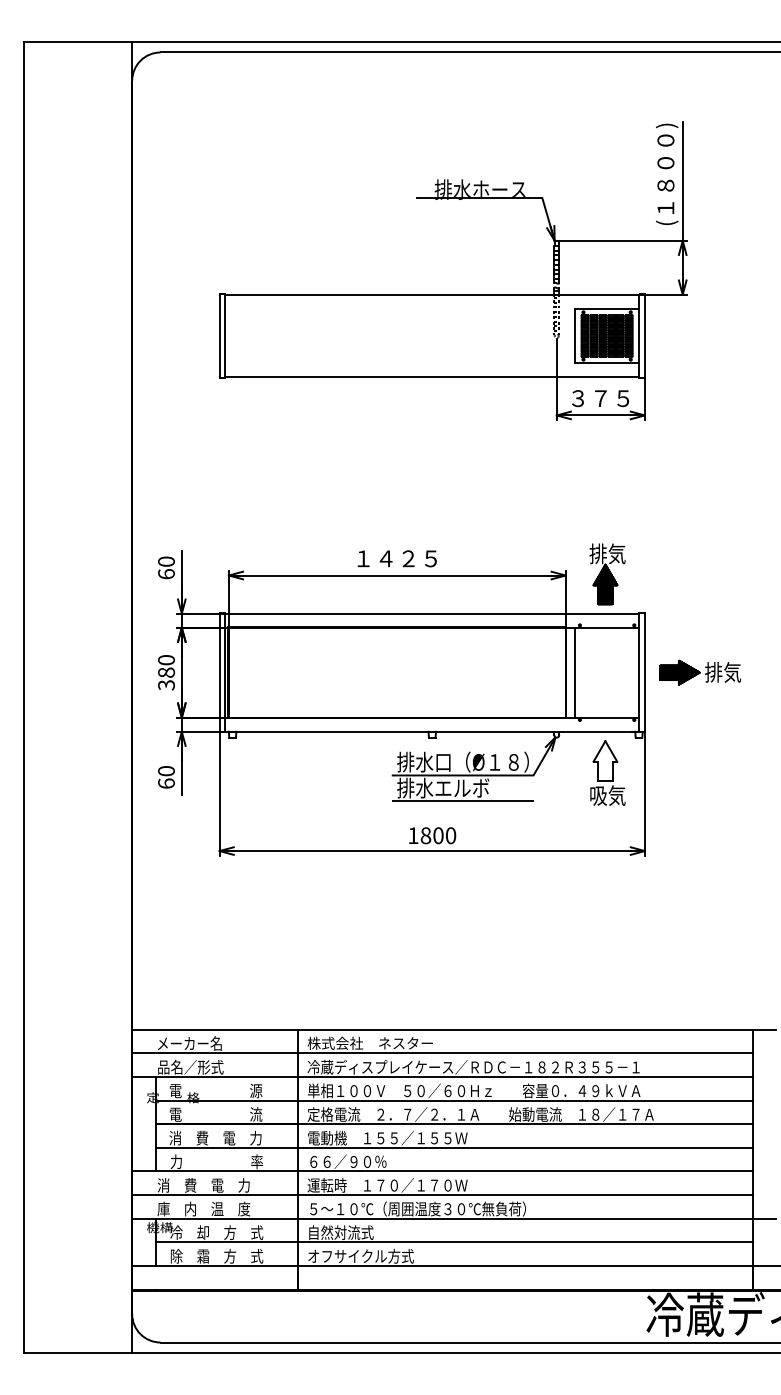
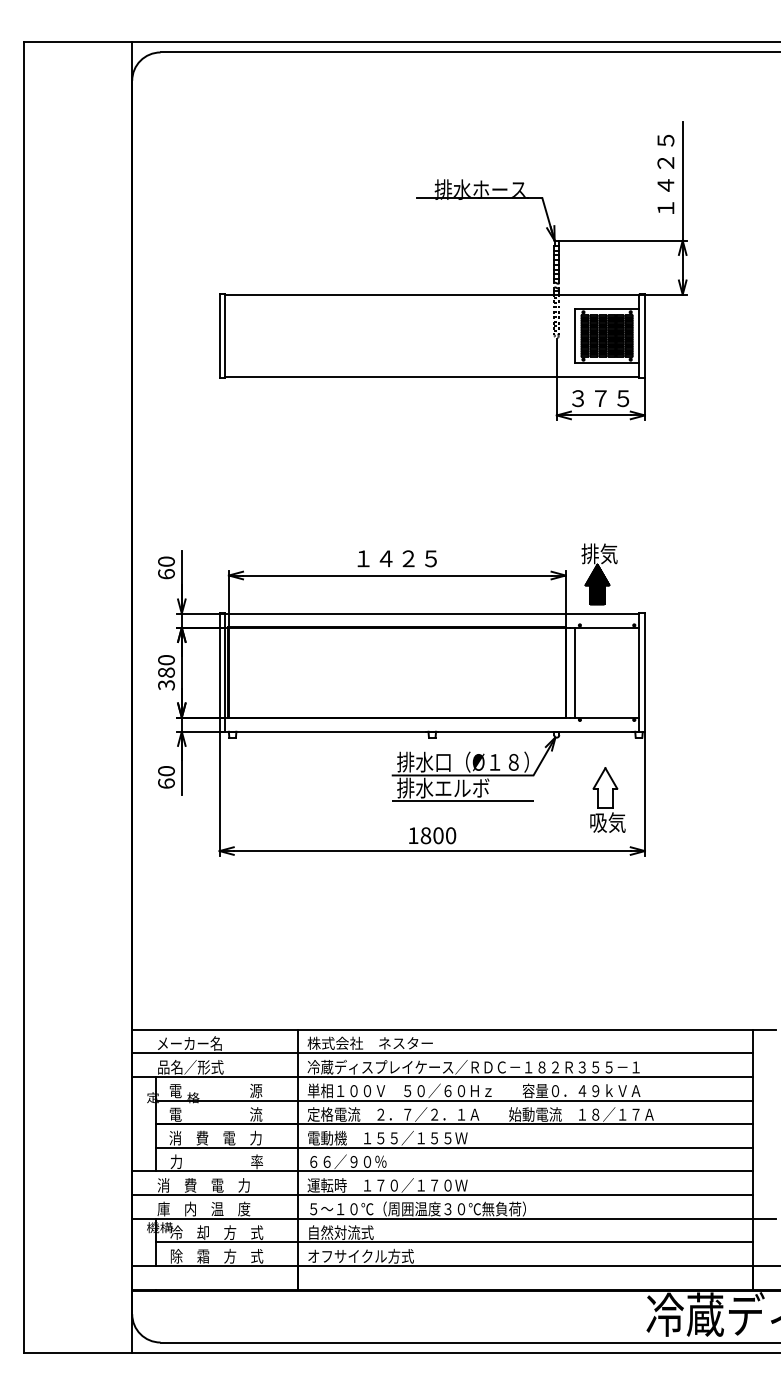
text at (667, 173): (１８００) -> １４２５
part at (607, 574) position: (607, 574) -> (599, 574)
part at (700, 672): present -> none
part at (607, 772) position: (607, 772) -> (607, 799)
